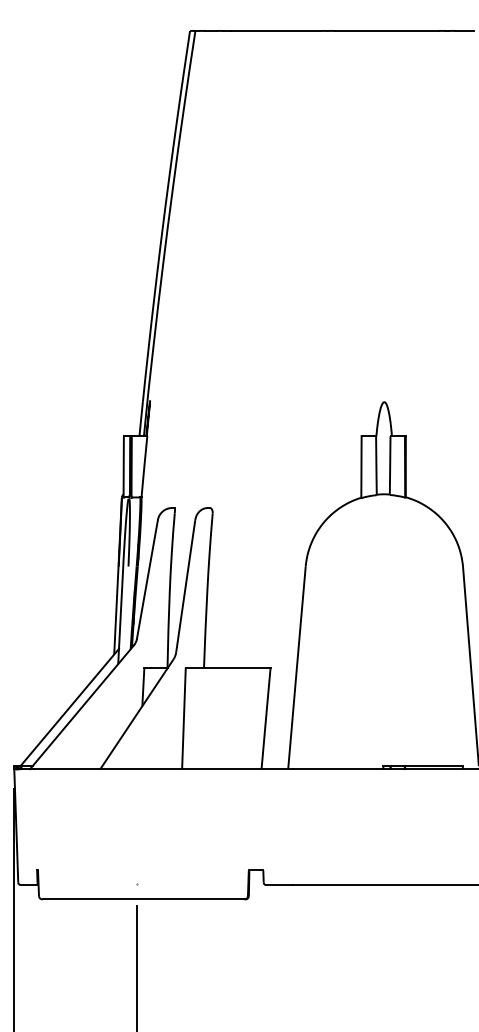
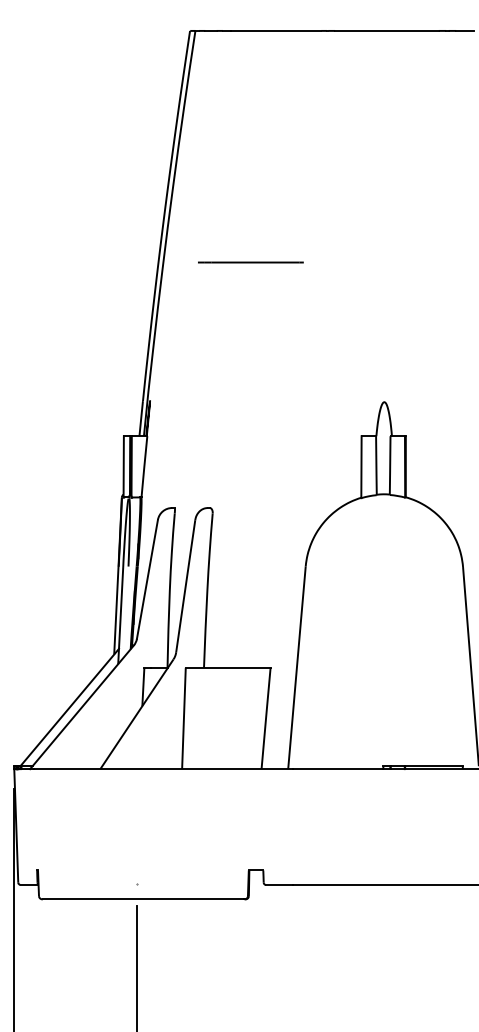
line at (250, 262): none -> present
